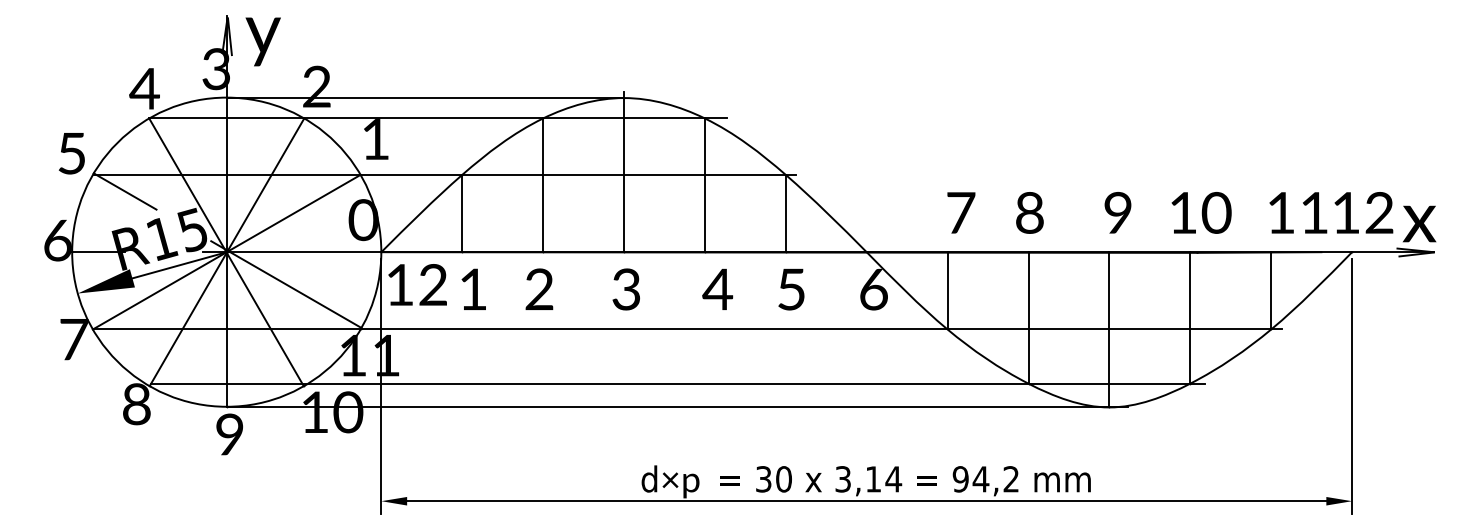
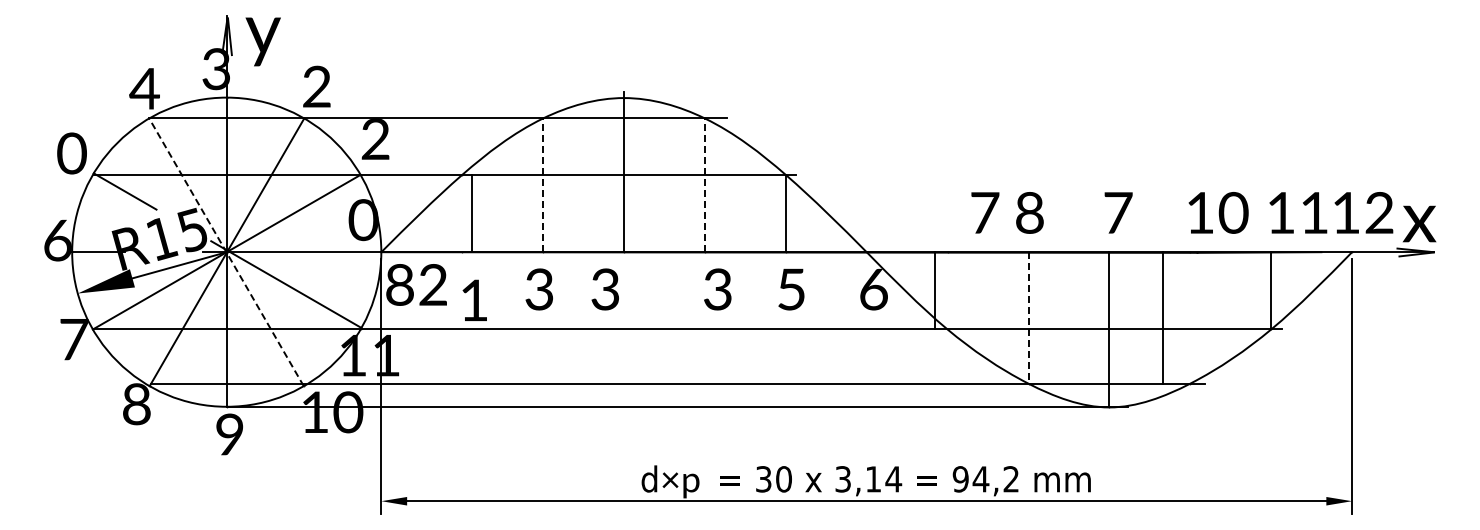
line at (425, 98): present -> none
text at (375, 139): 1 -> 2
text at (71, 153): 5 -> 0
line at (543, 185): solid -> dashed
line at (704, 185): solid -> dashed
text at (961, 212) position: (961, 212) -> (985, 212)
text at (1118, 212): 9 -> 7
text at (1201, 212) position: (1201, 212) -> (1218, 212)
line at (462, 213) position: (462, 213) -> (472, 213)
line at (226, 252): solid -> dashed
text at (399, 284): 12 -> 82
text at (473, 288) position: (473, 288) -> (474, 299)
text at (539, 289): 2 -> 3
text at (625, 289) position: (625, 289) -> (604, 289)
text at (717, 289): 4 -> 3
line at (947, 290) position: (947, 290) -> (934, 290)
line at (1028, 317): solid -> dashed
line at (1190, 317) position: (1190, 317) -> (1163, 317)
